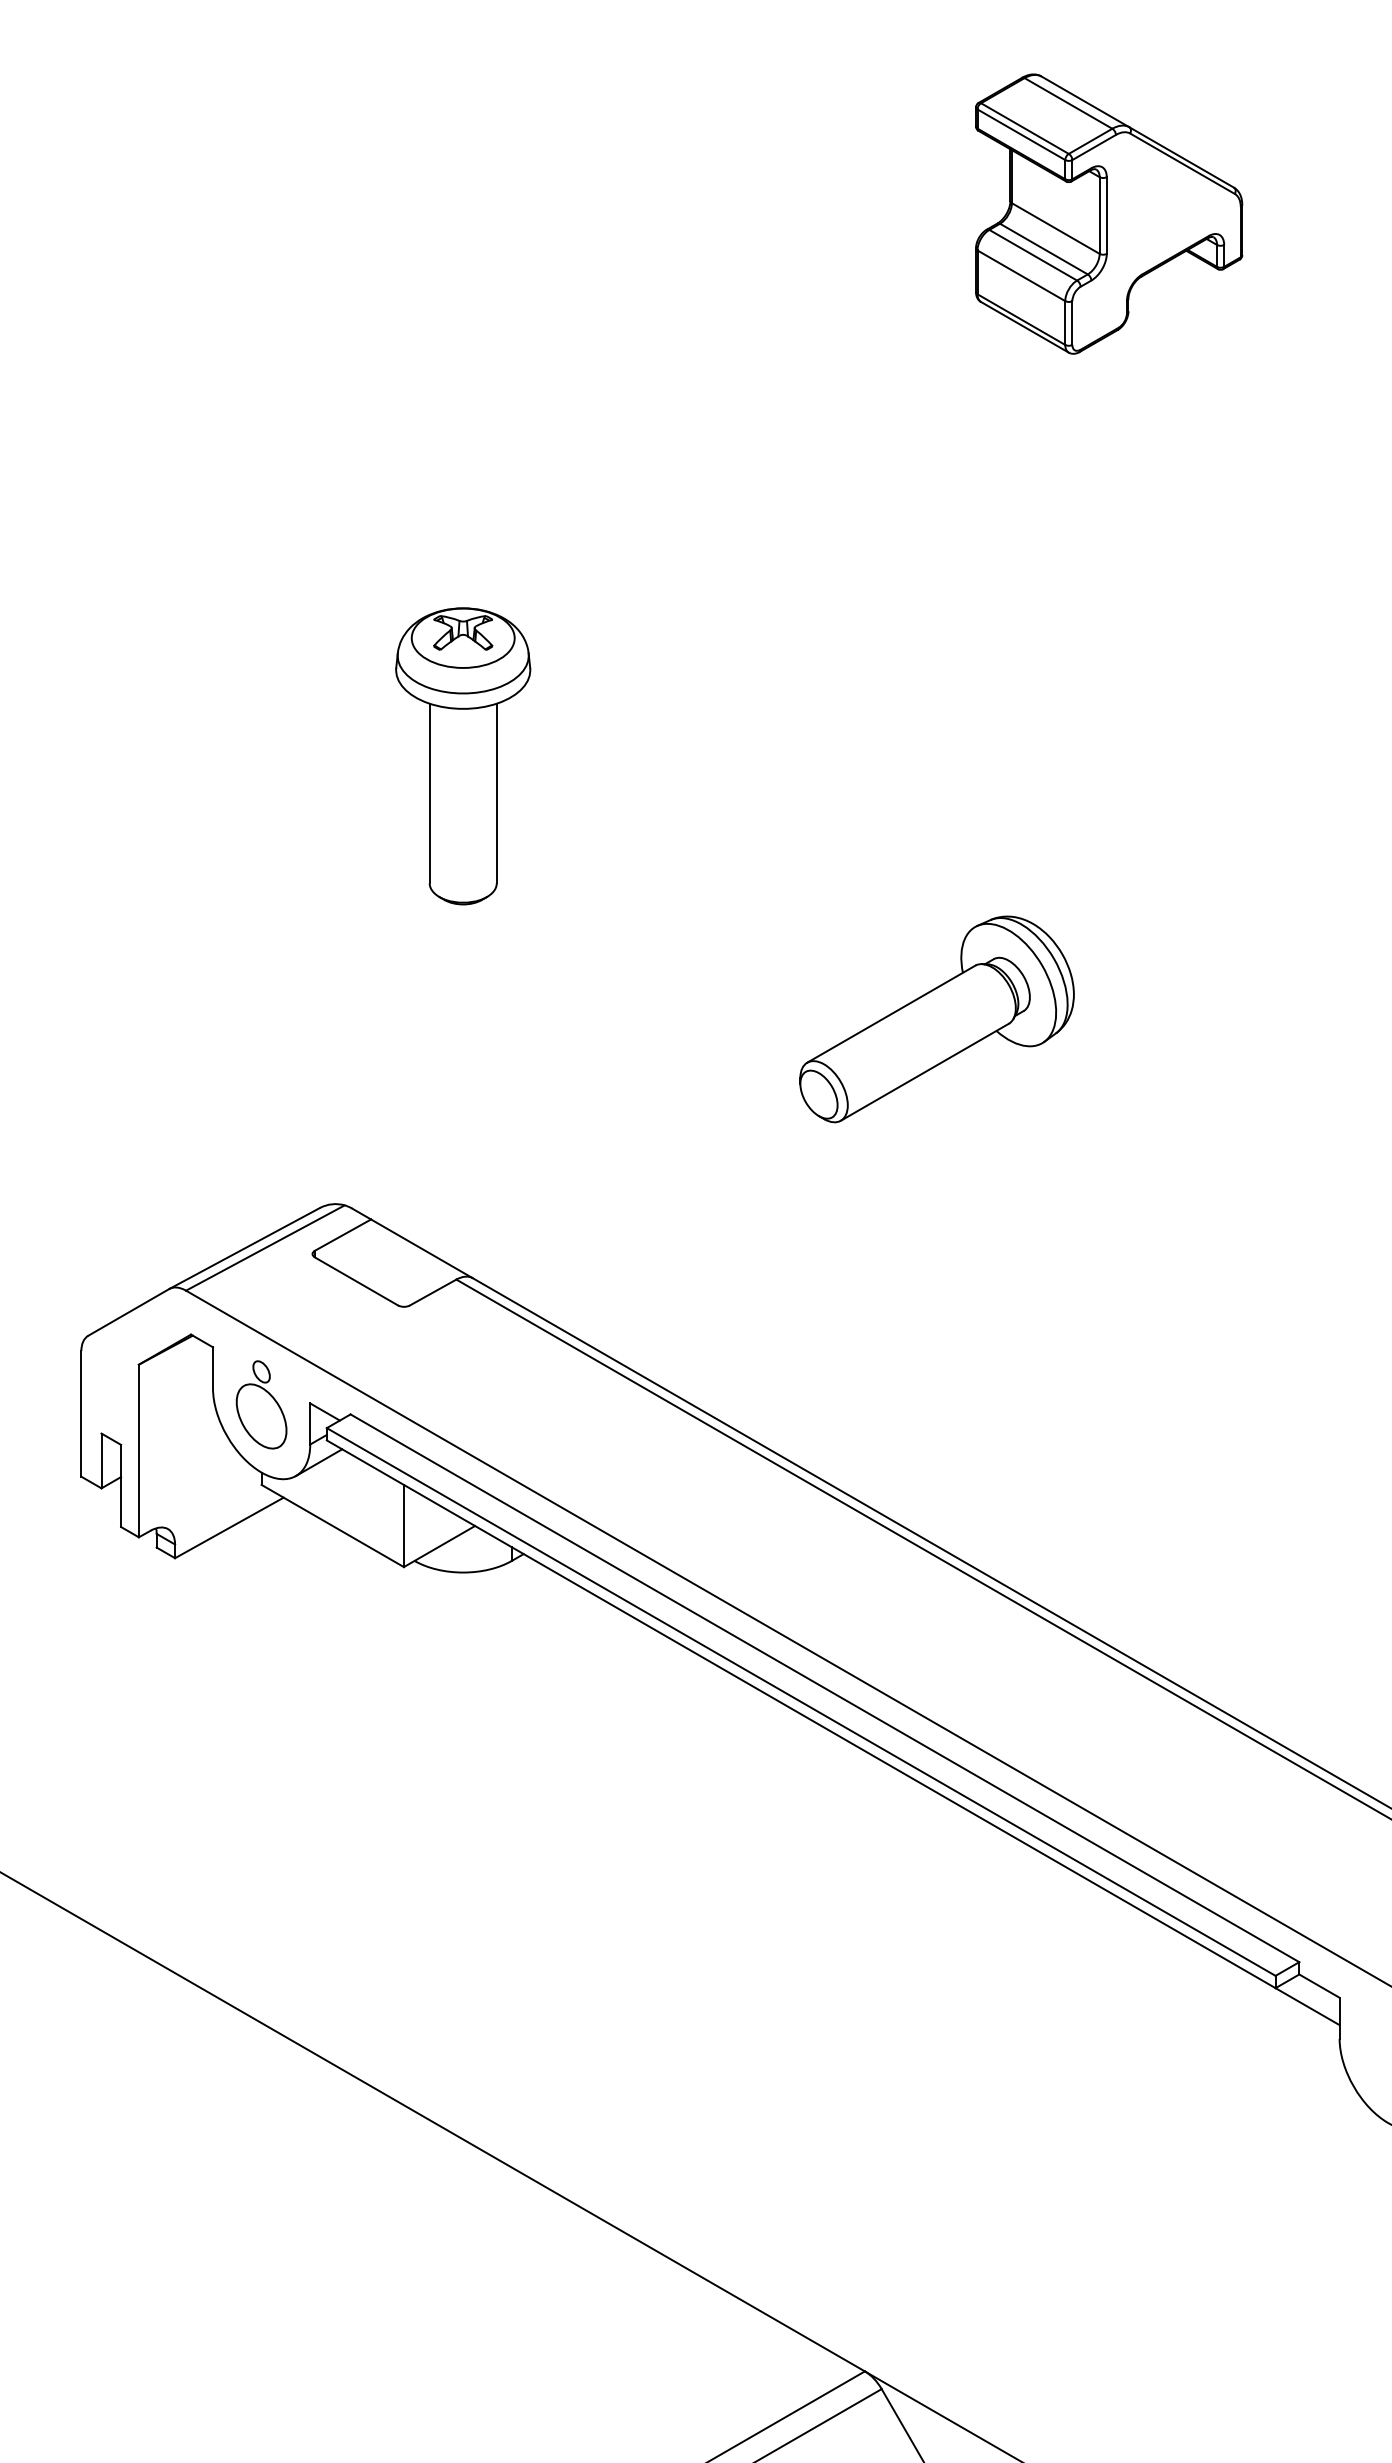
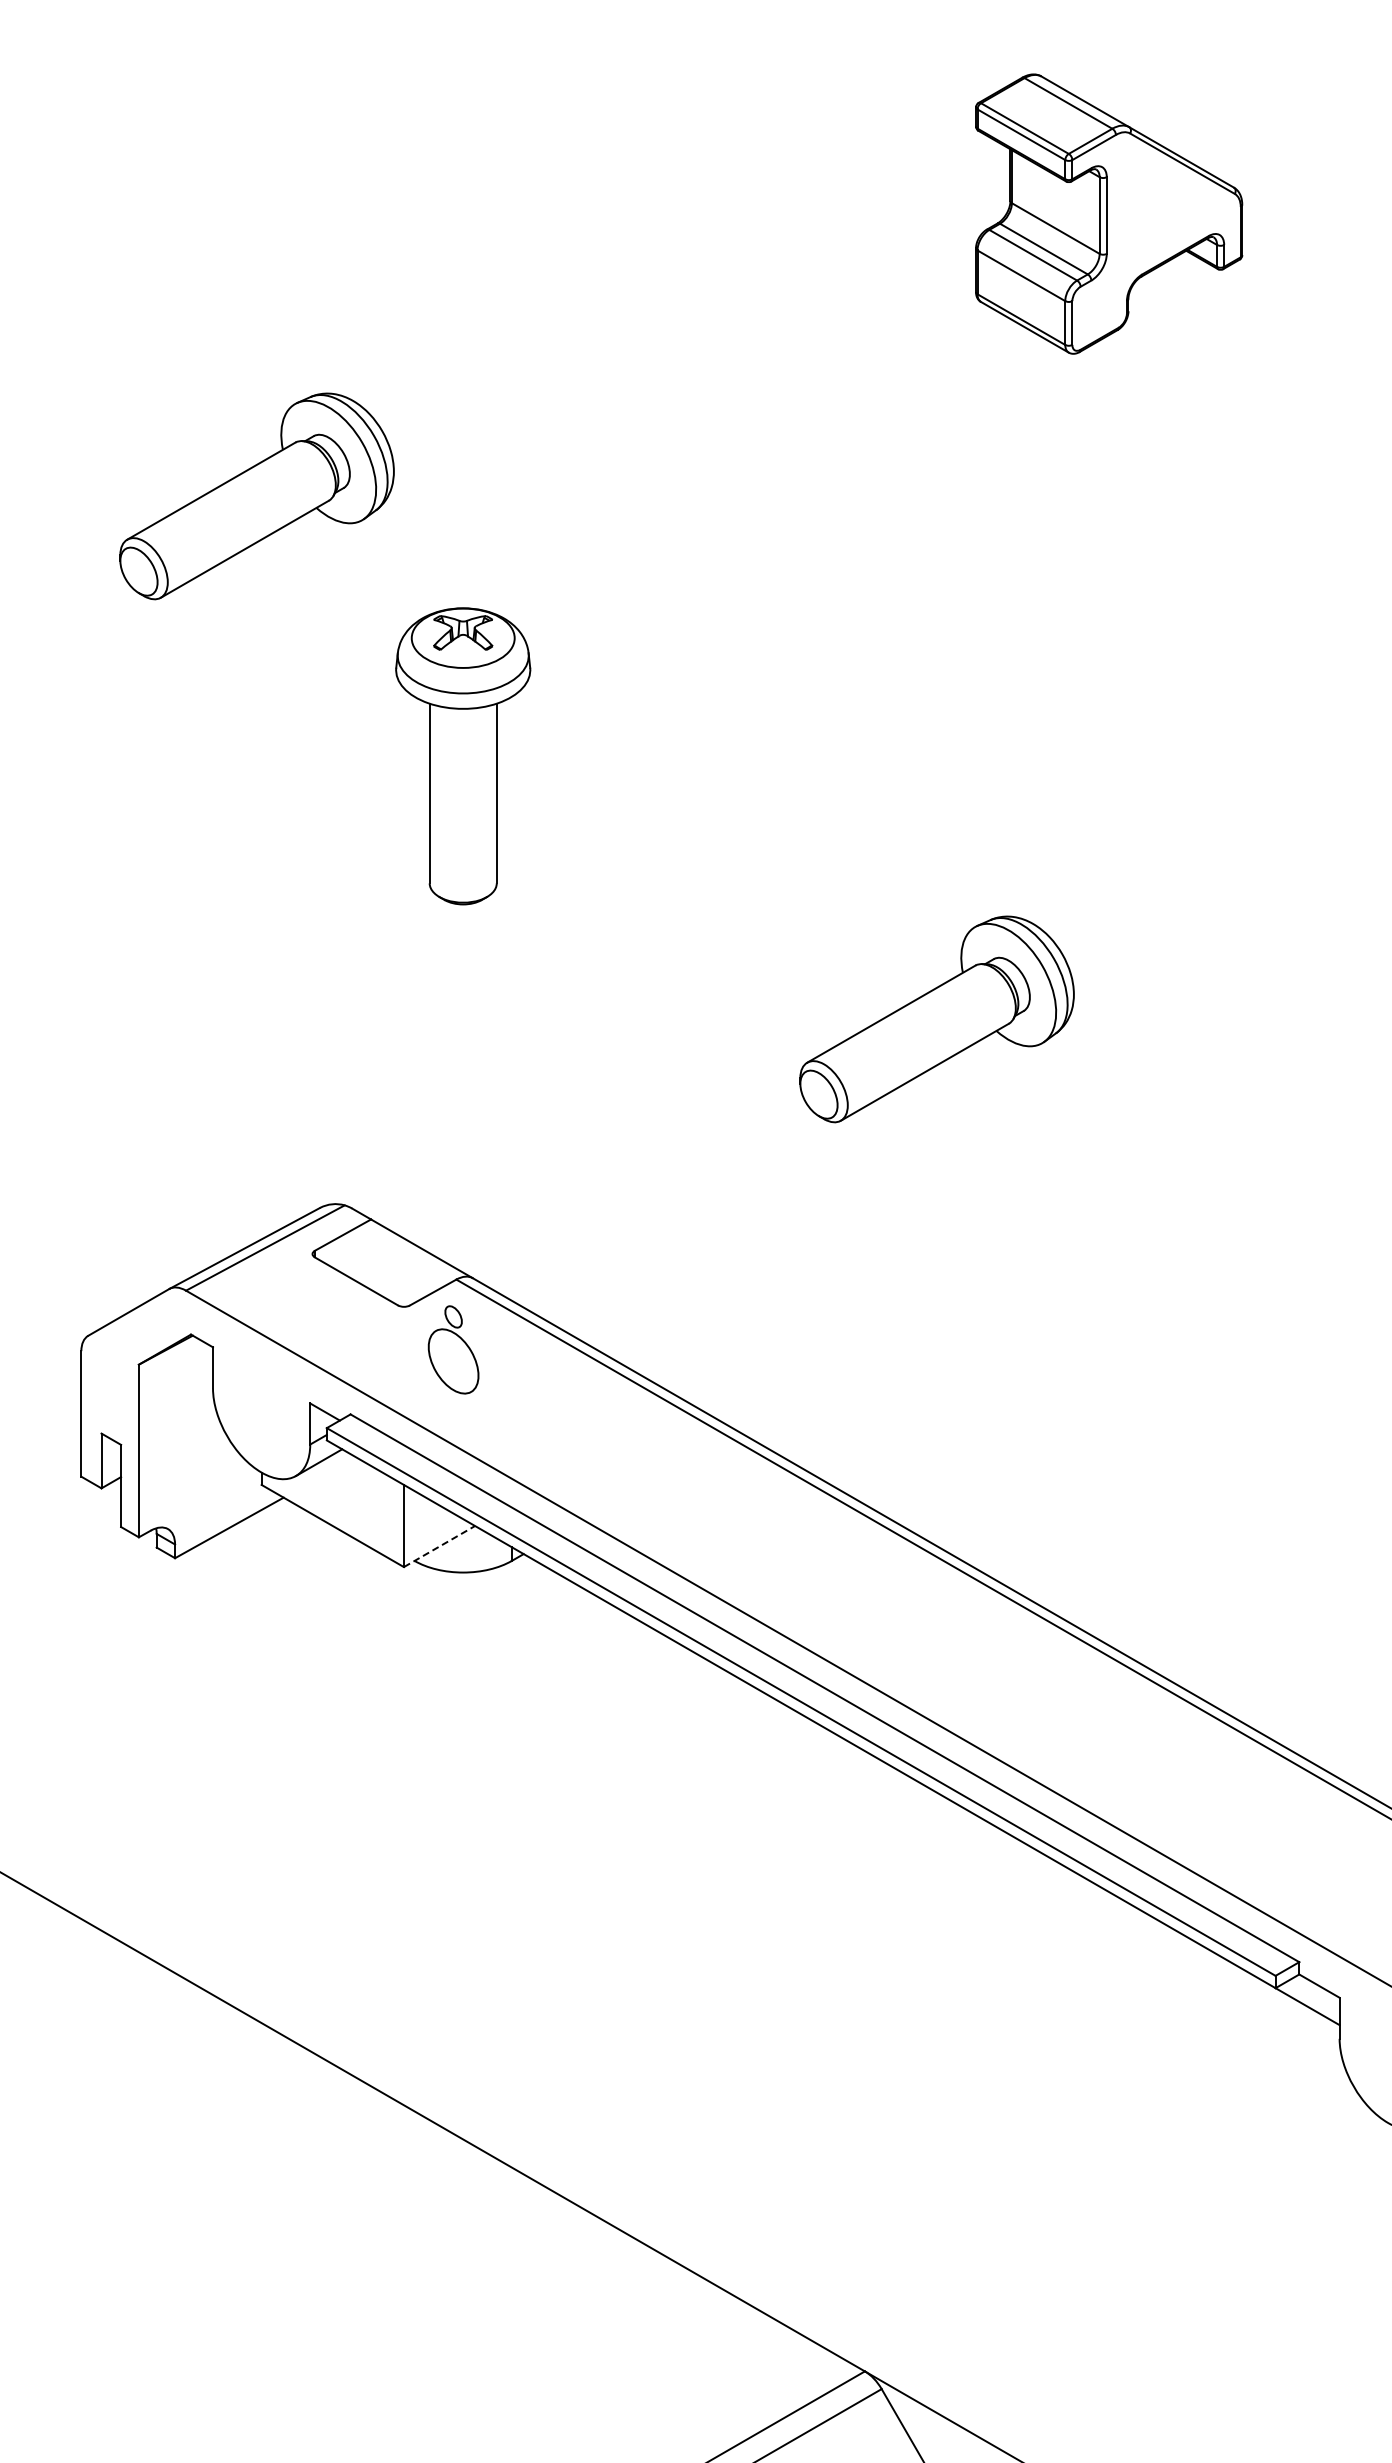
part at (256, 496): none -> present
part at (261, 1404) position: (261, 1404) -> (453, 1349)
line at (439, 1546): solid -> dashed
